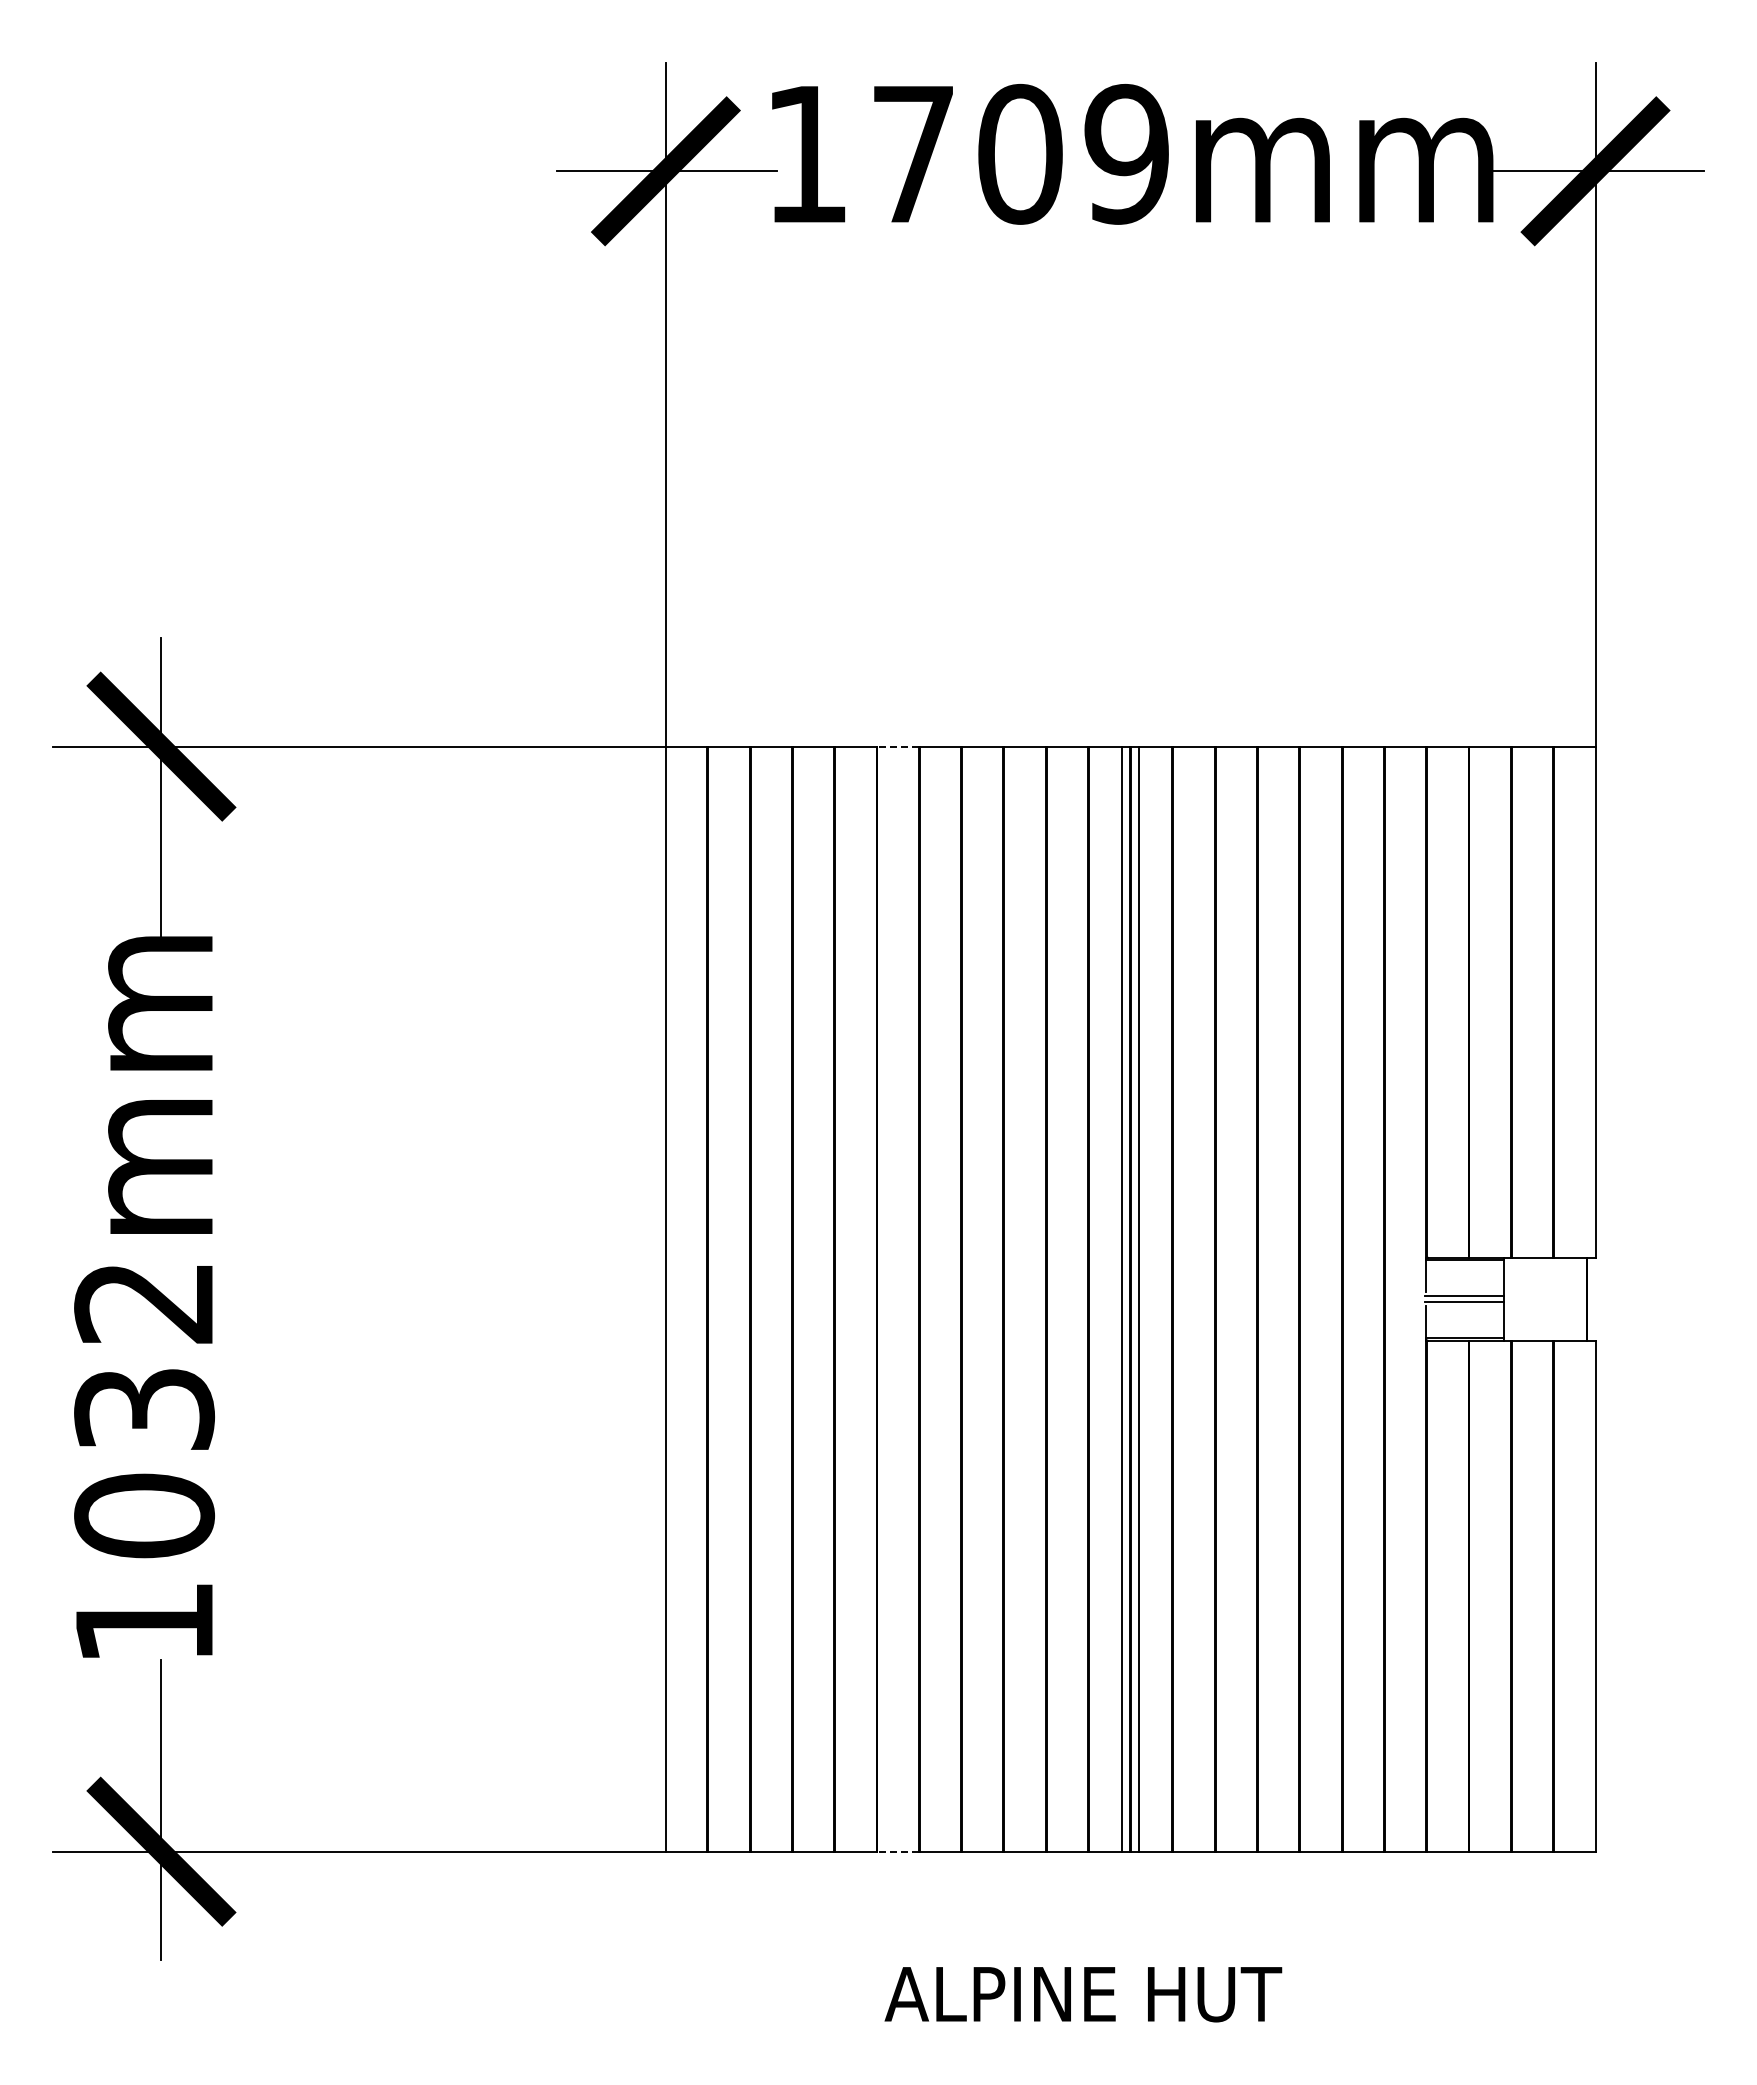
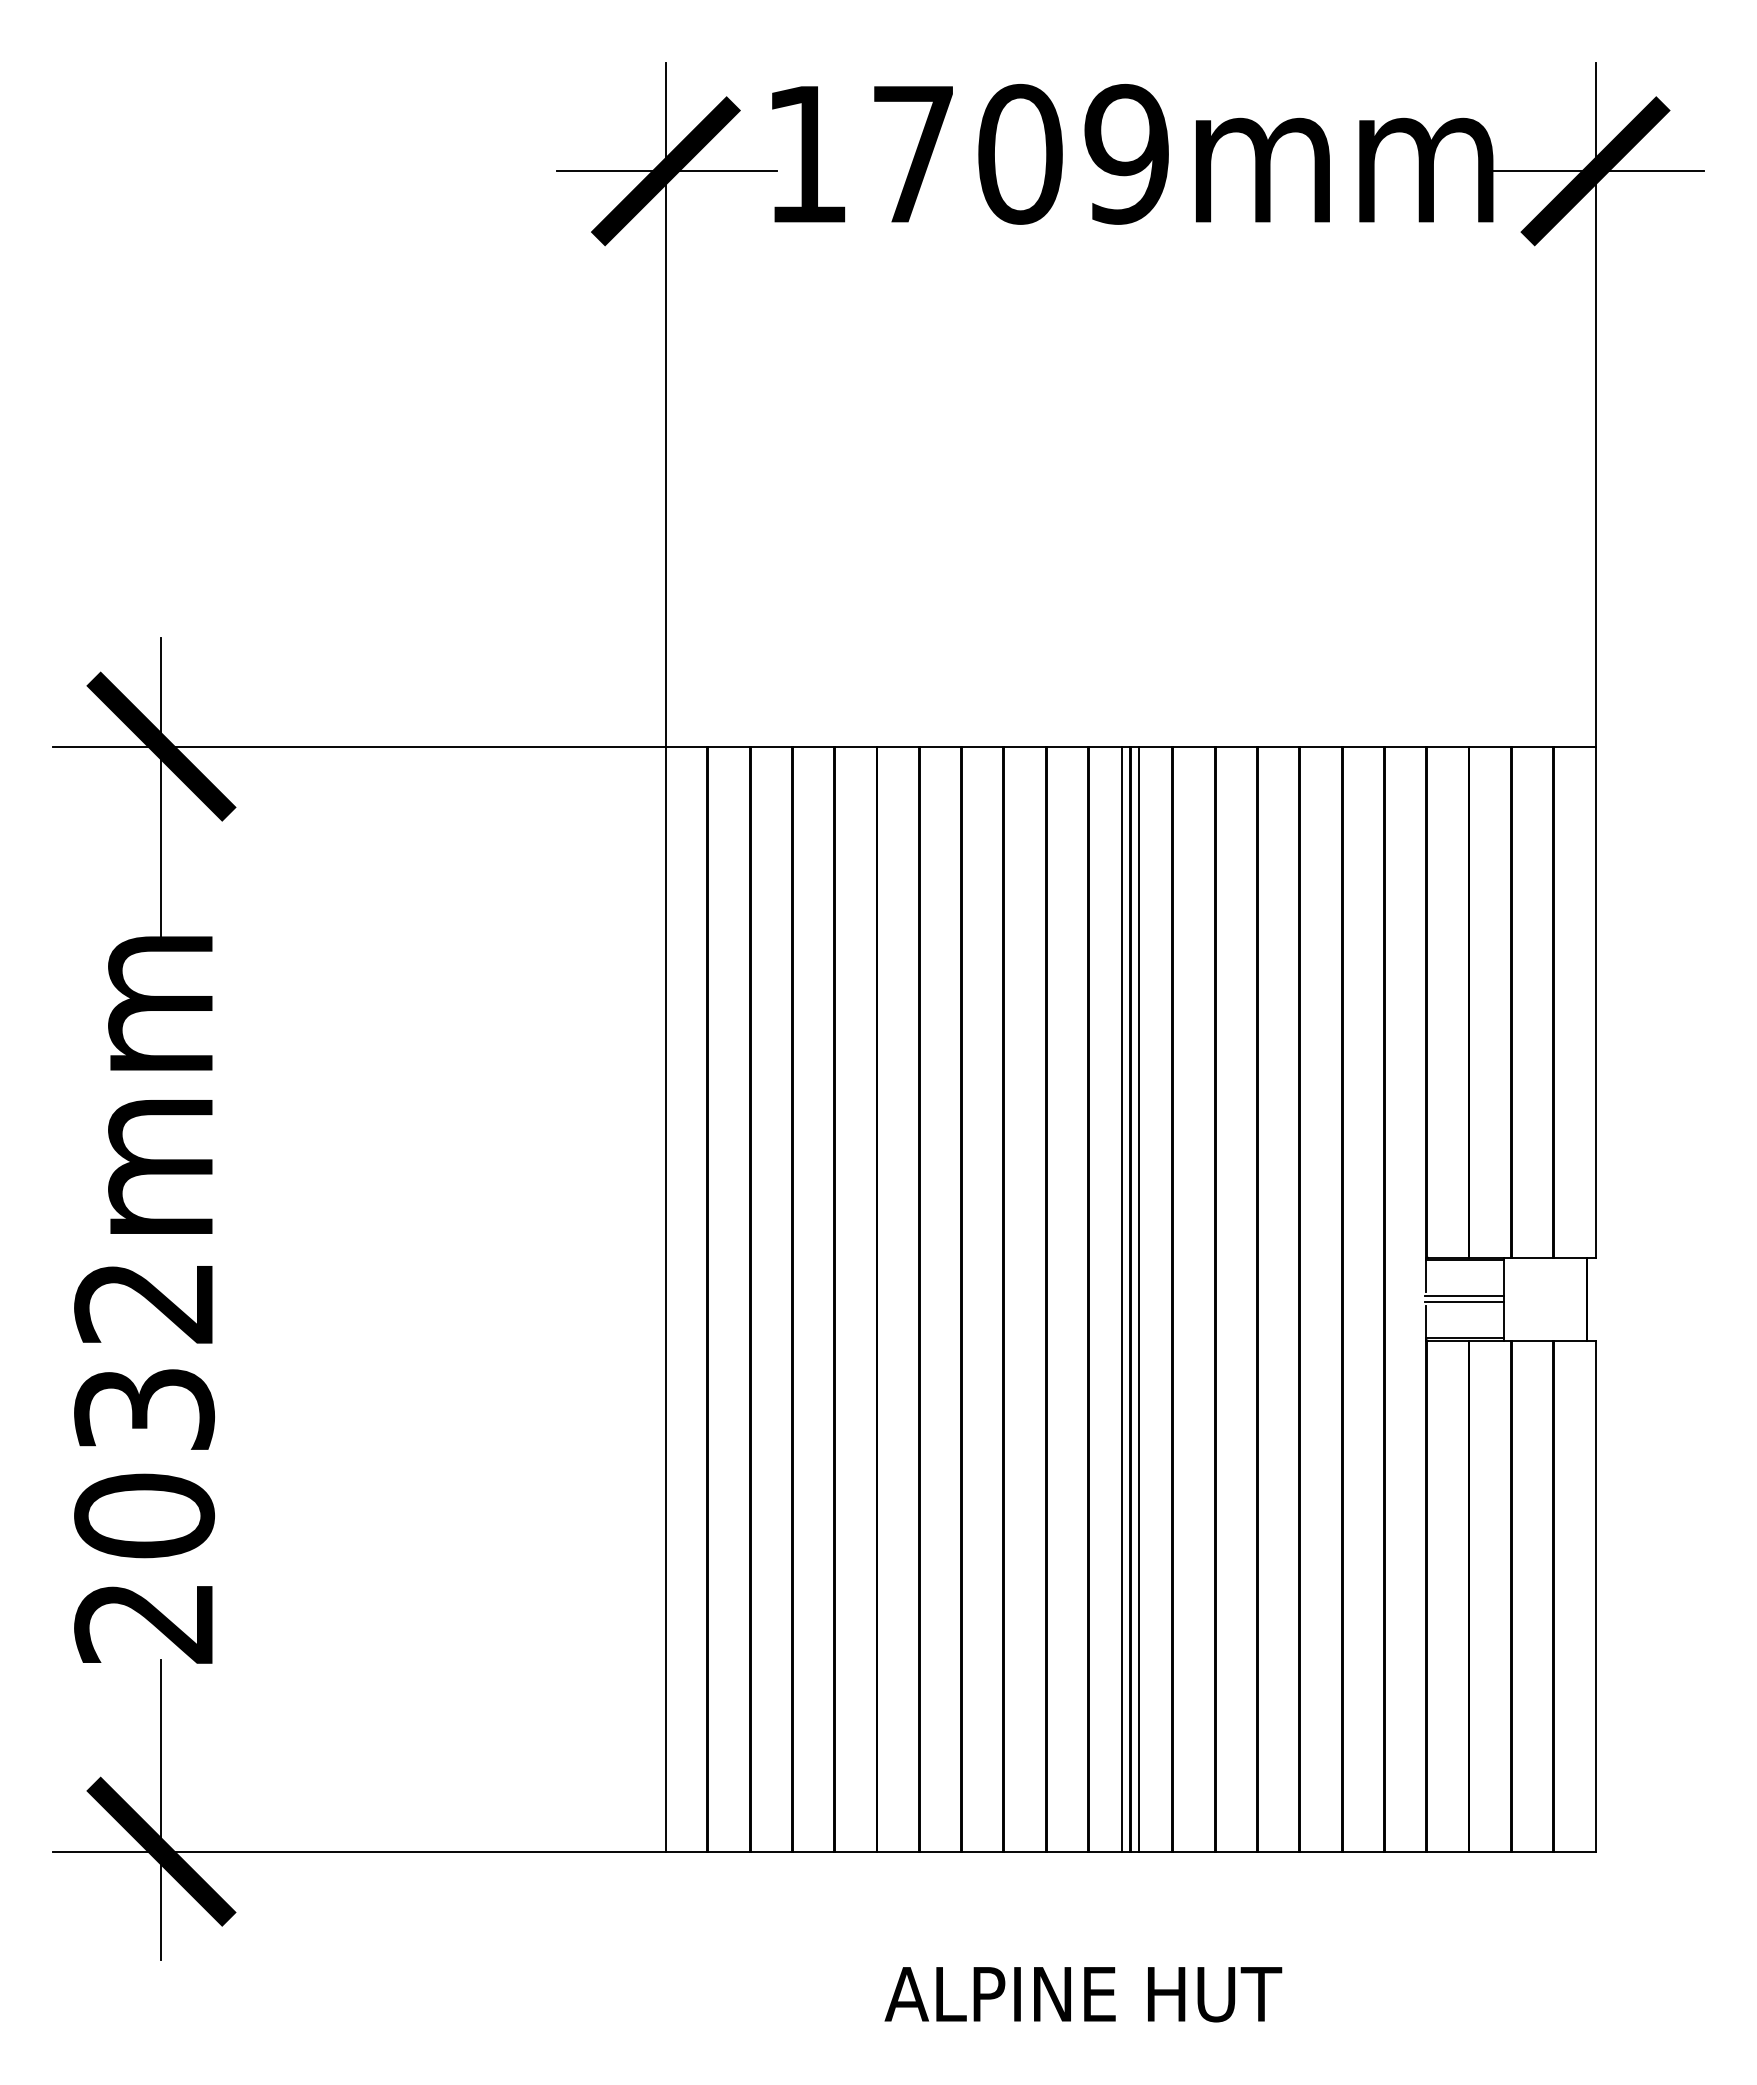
line at (898, 746): dashed -> solid
text at (143, 1623): 1032mm -> 2032mm
line at (898, 1851): dashed -> solid
